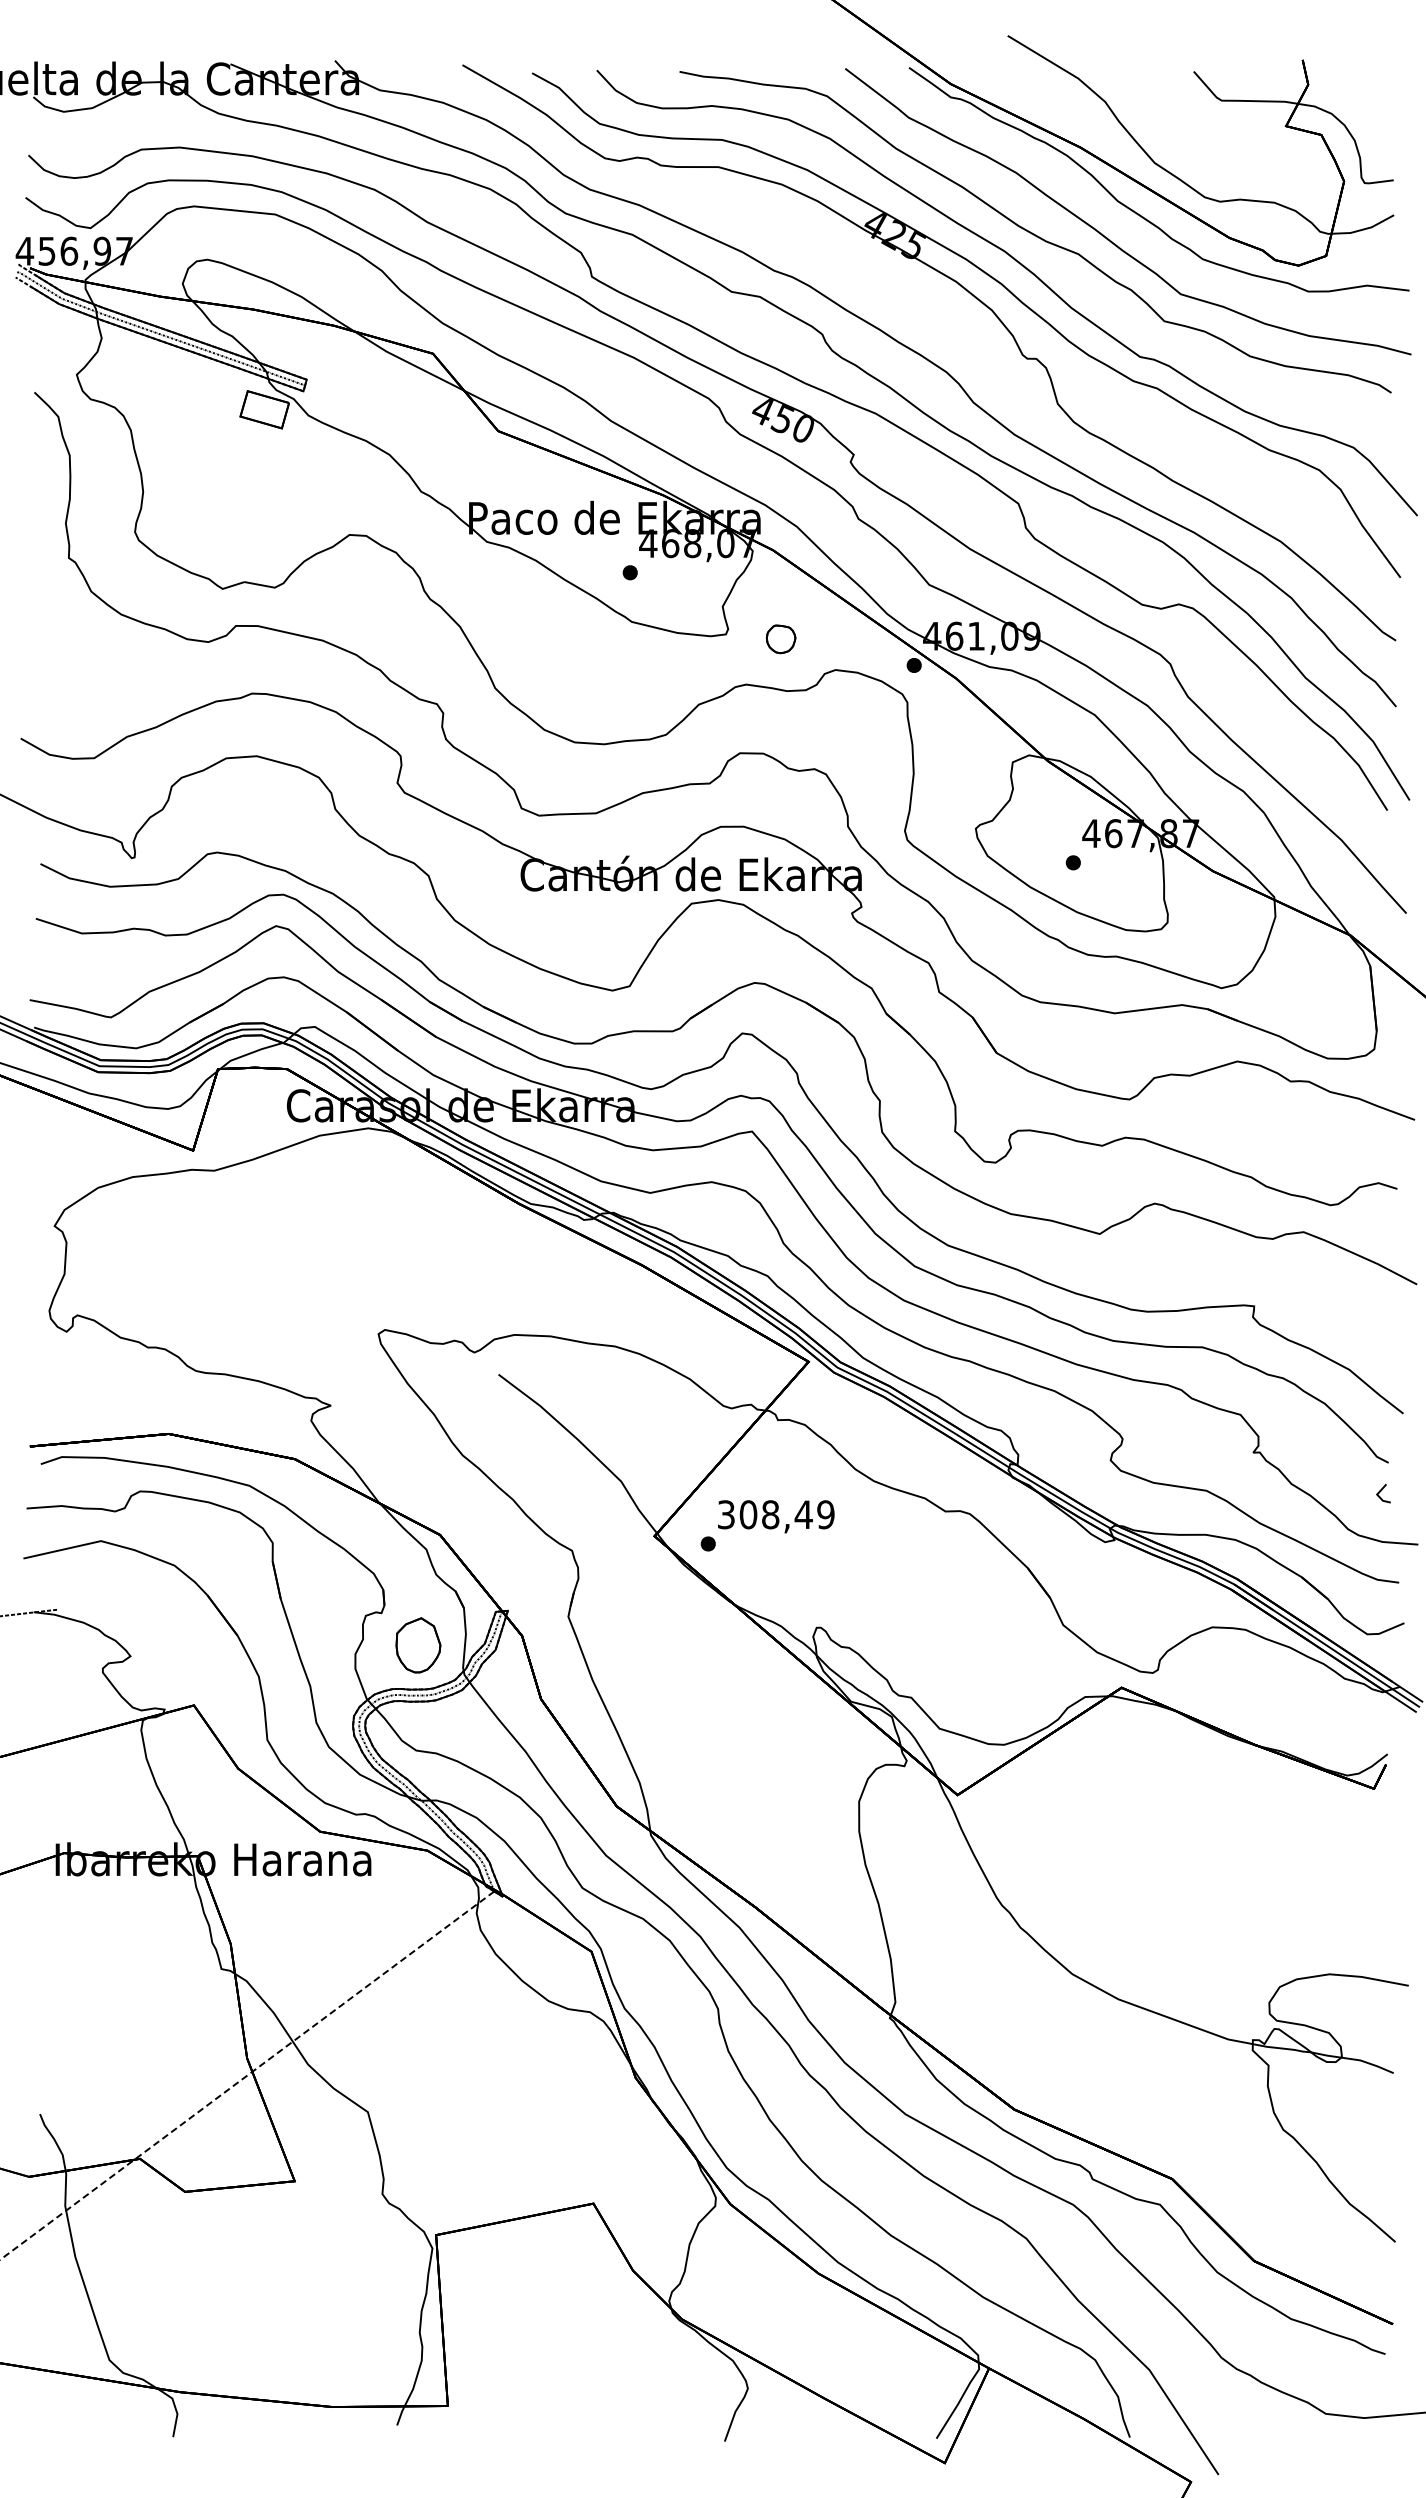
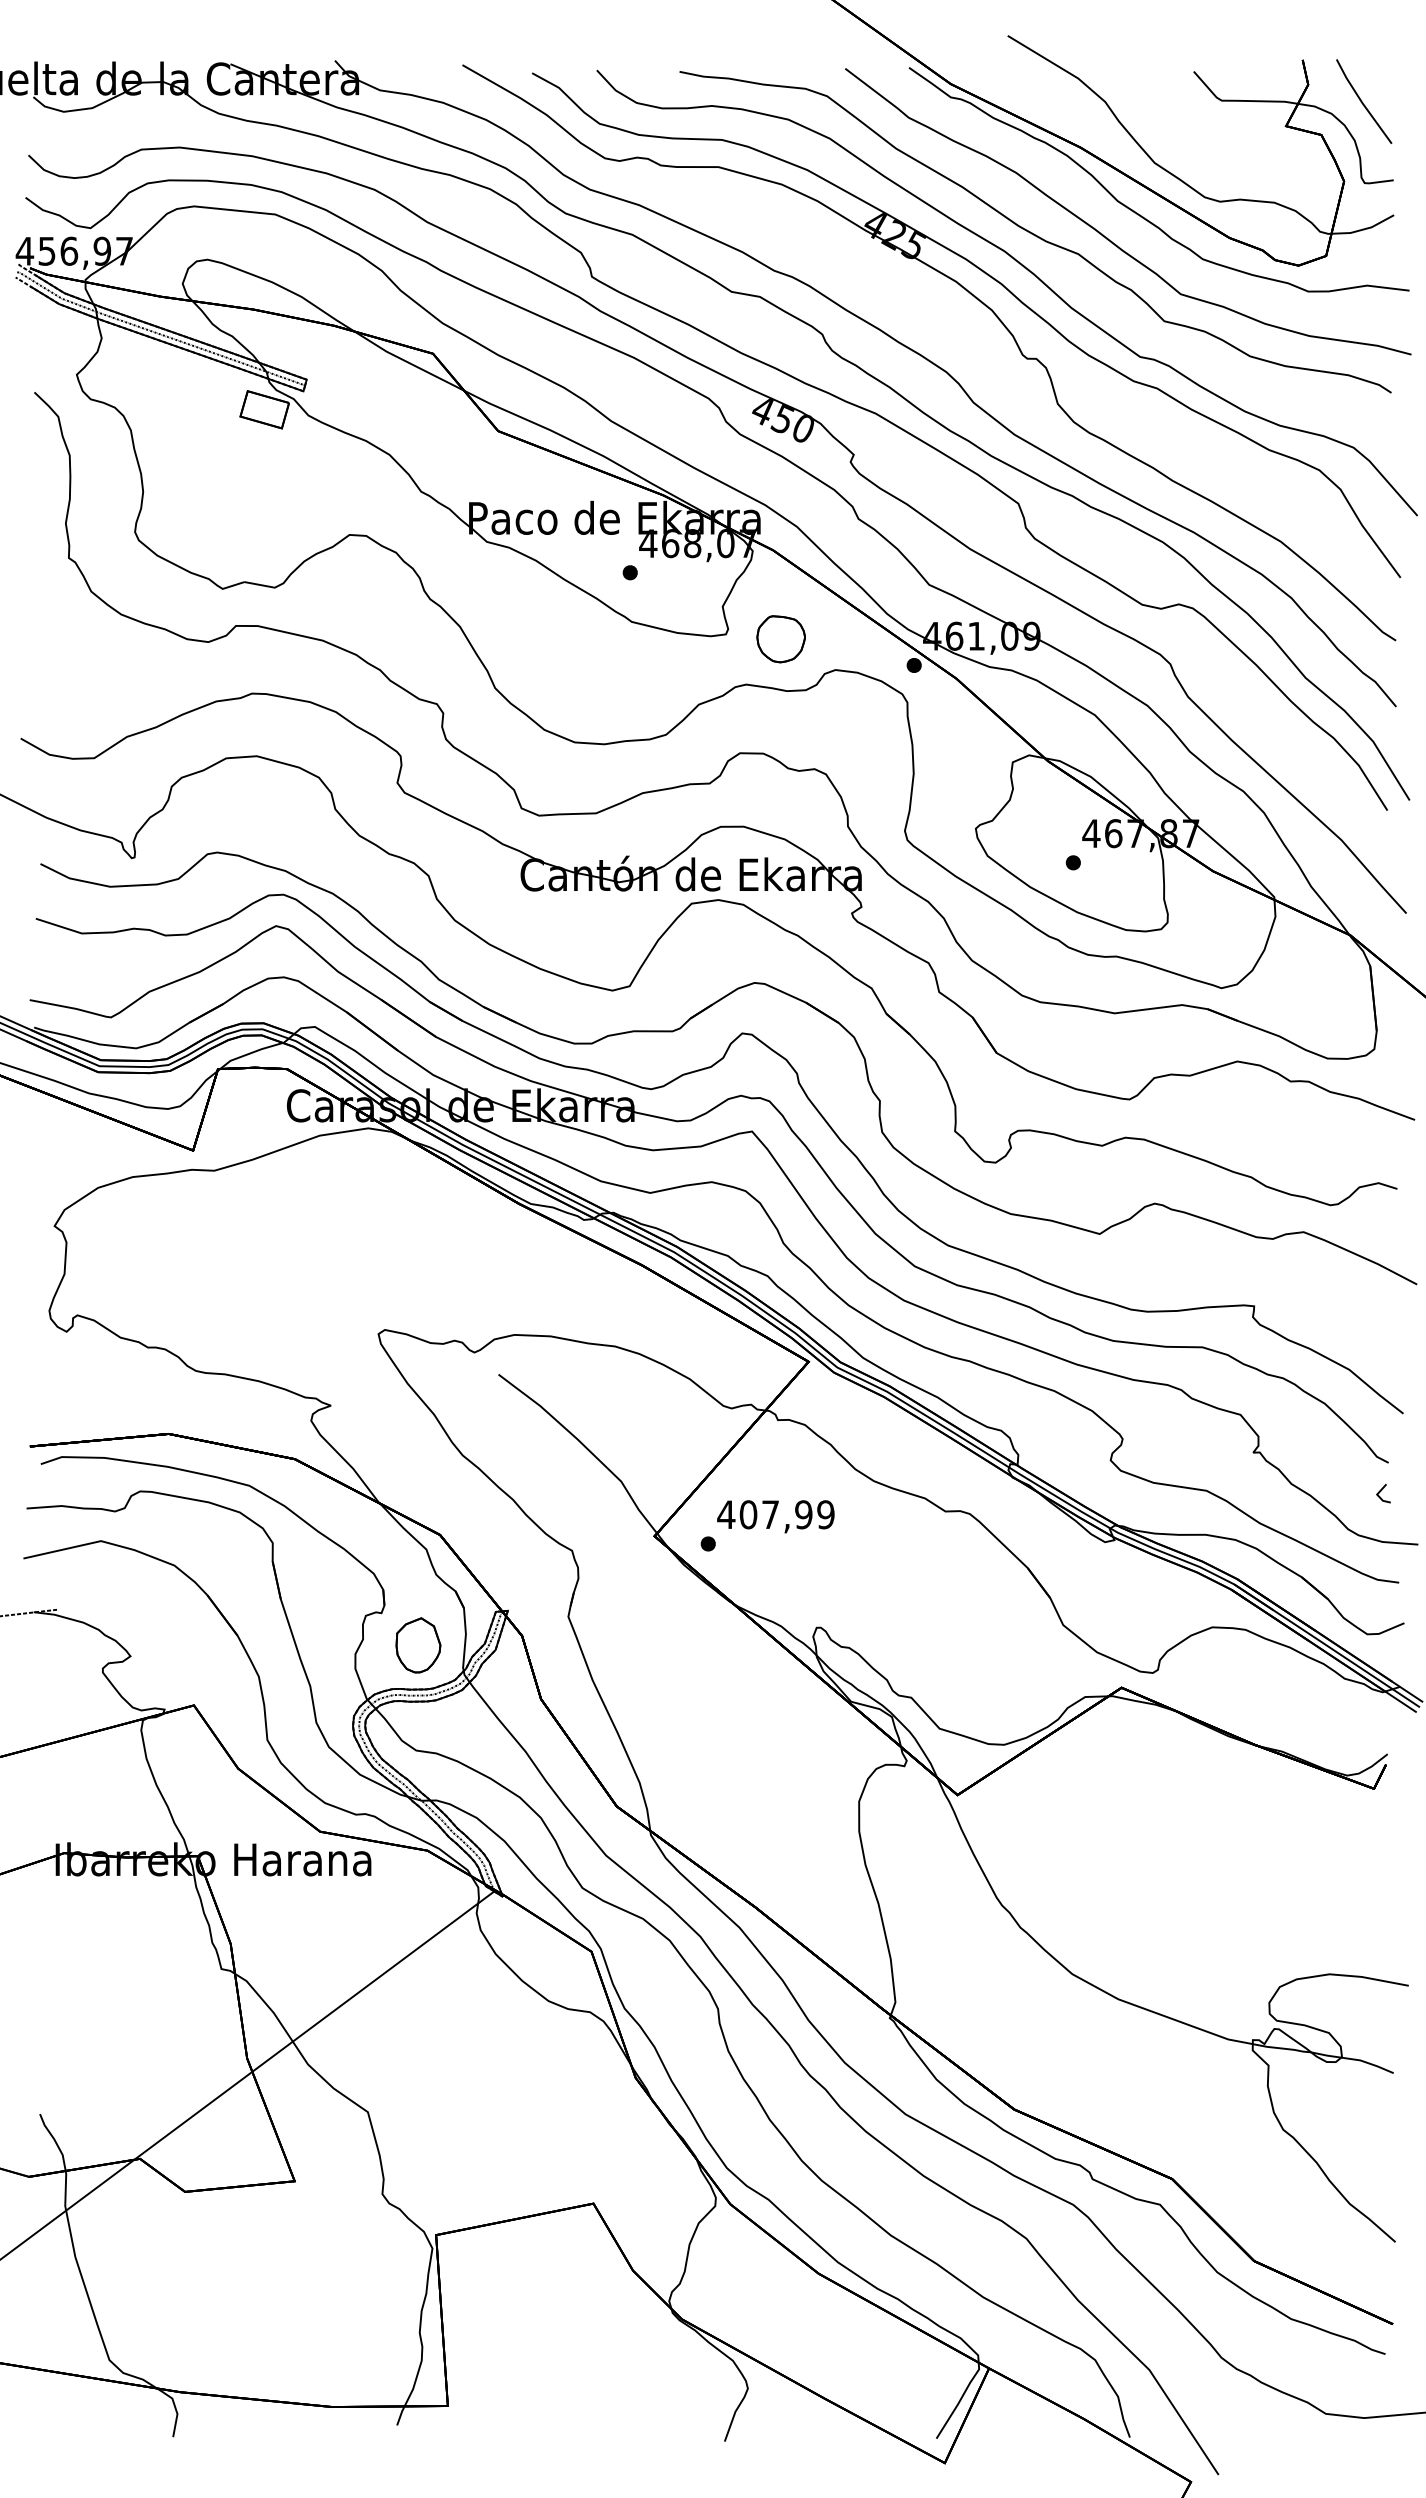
part at (1364, 101): none -> present
part at (780, 639) size: 32x31 px -> 50x49 px
text at (764, 1514): 308,49 -> 407,99
line at (246, 2076): dashed -> solid
